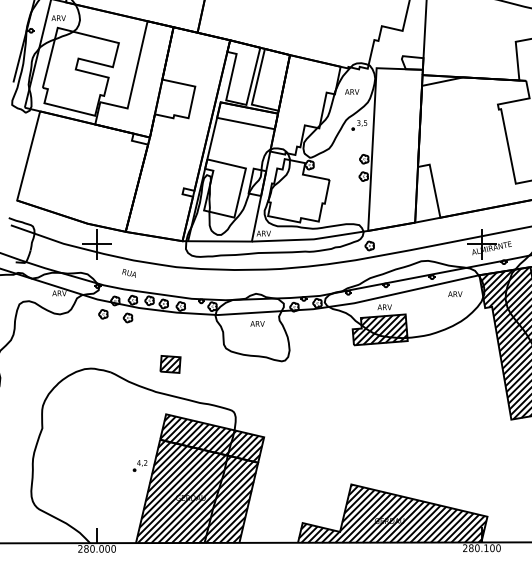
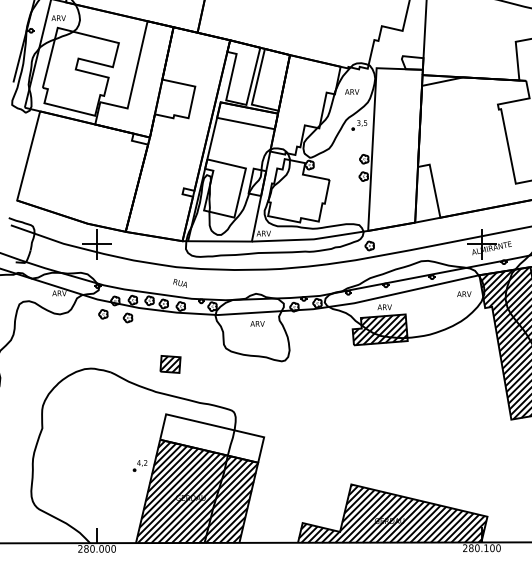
text at (128, 273) position: (128, 273) -> (179, 283)
text at (455, 293) position: (455, 293) -> (464, 293)
hatch at (212, 438): present -> none
